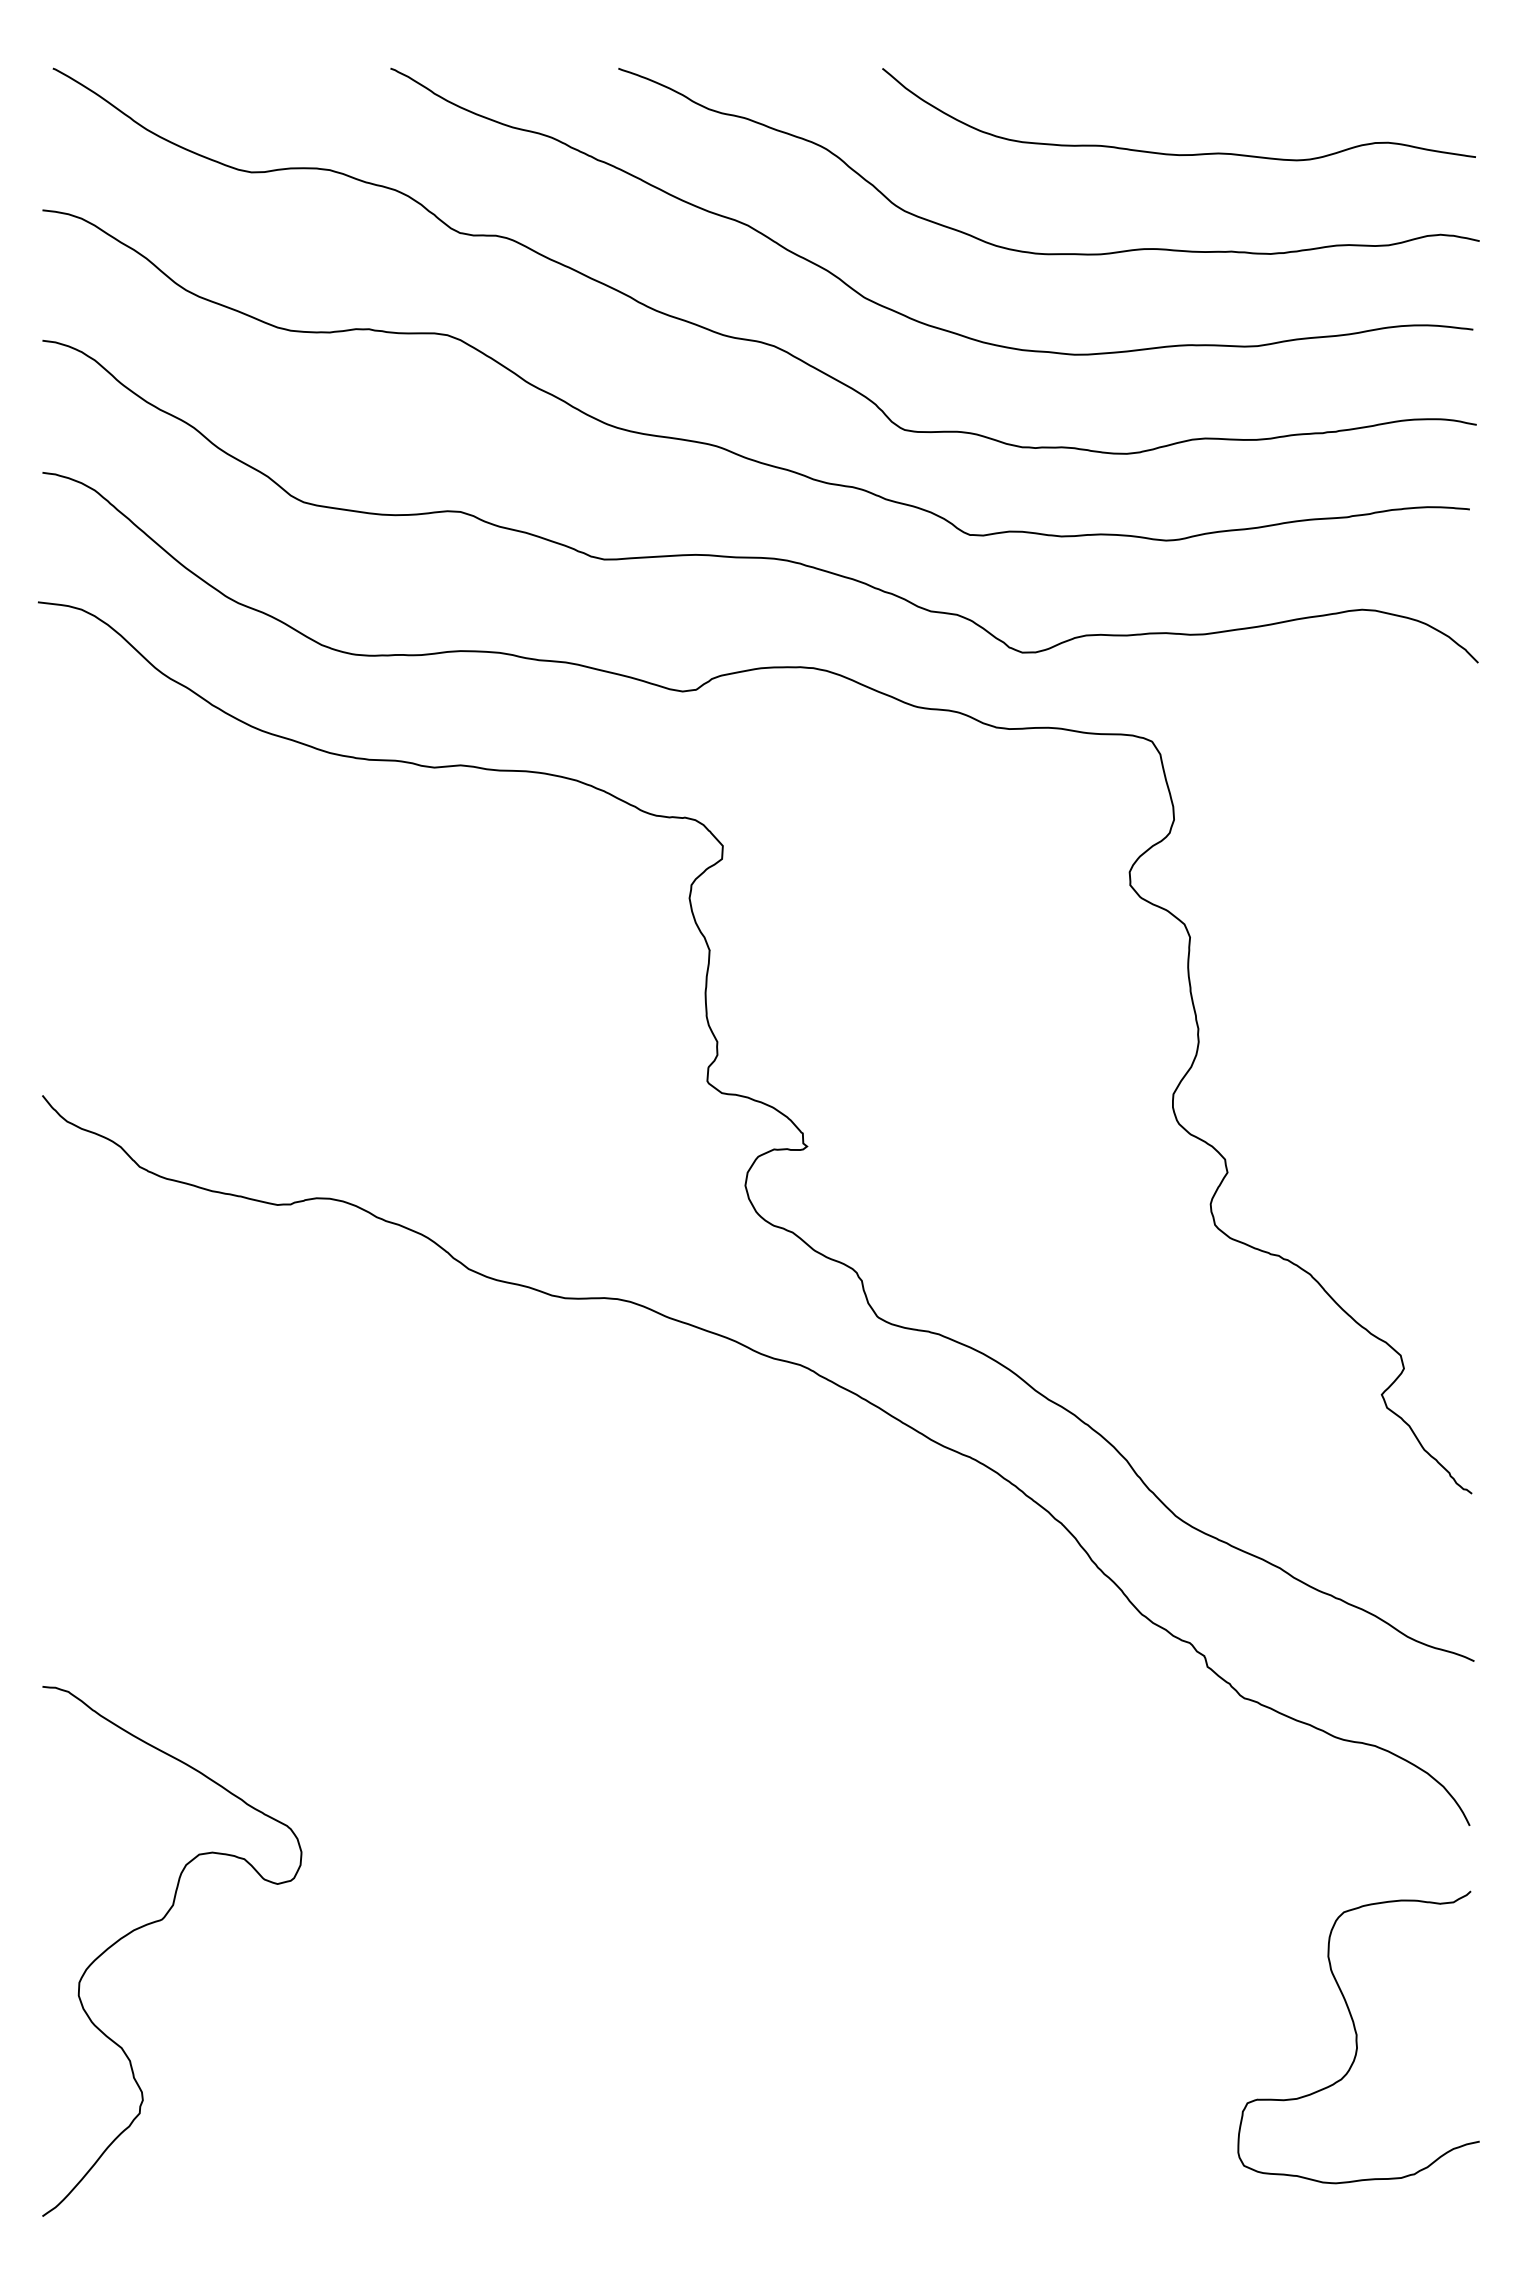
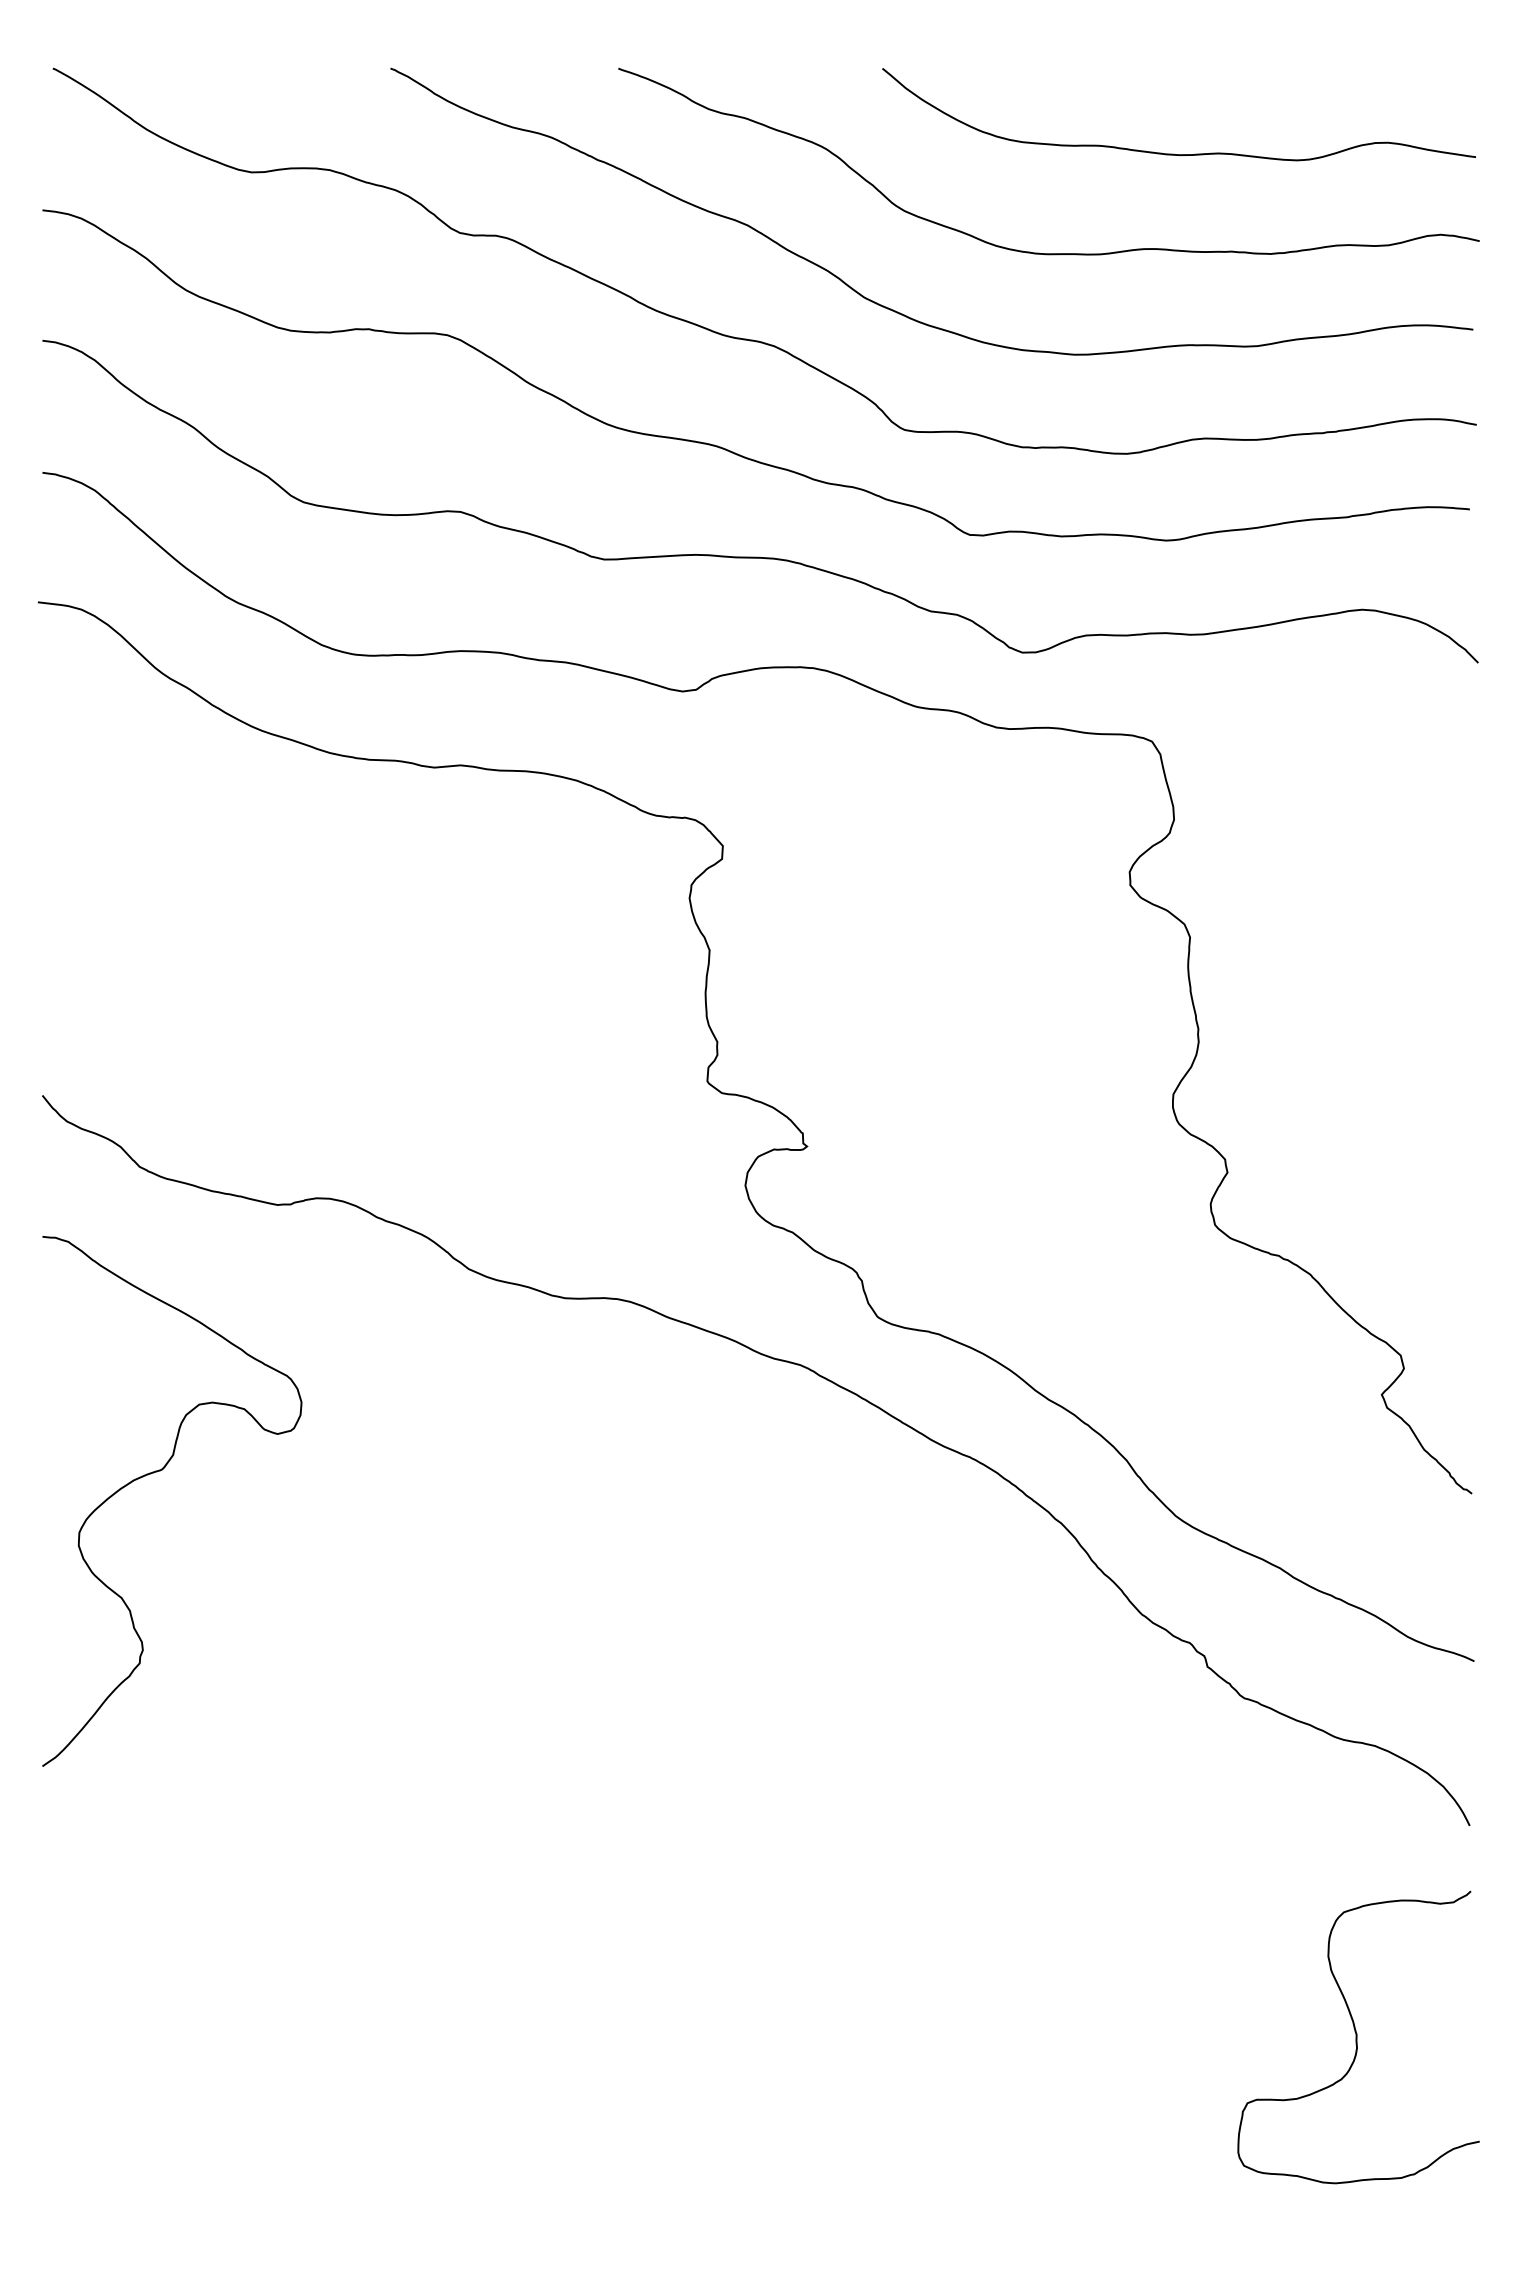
curve at (160, 1921) position: (160, 1921) -> (160, 1471)
